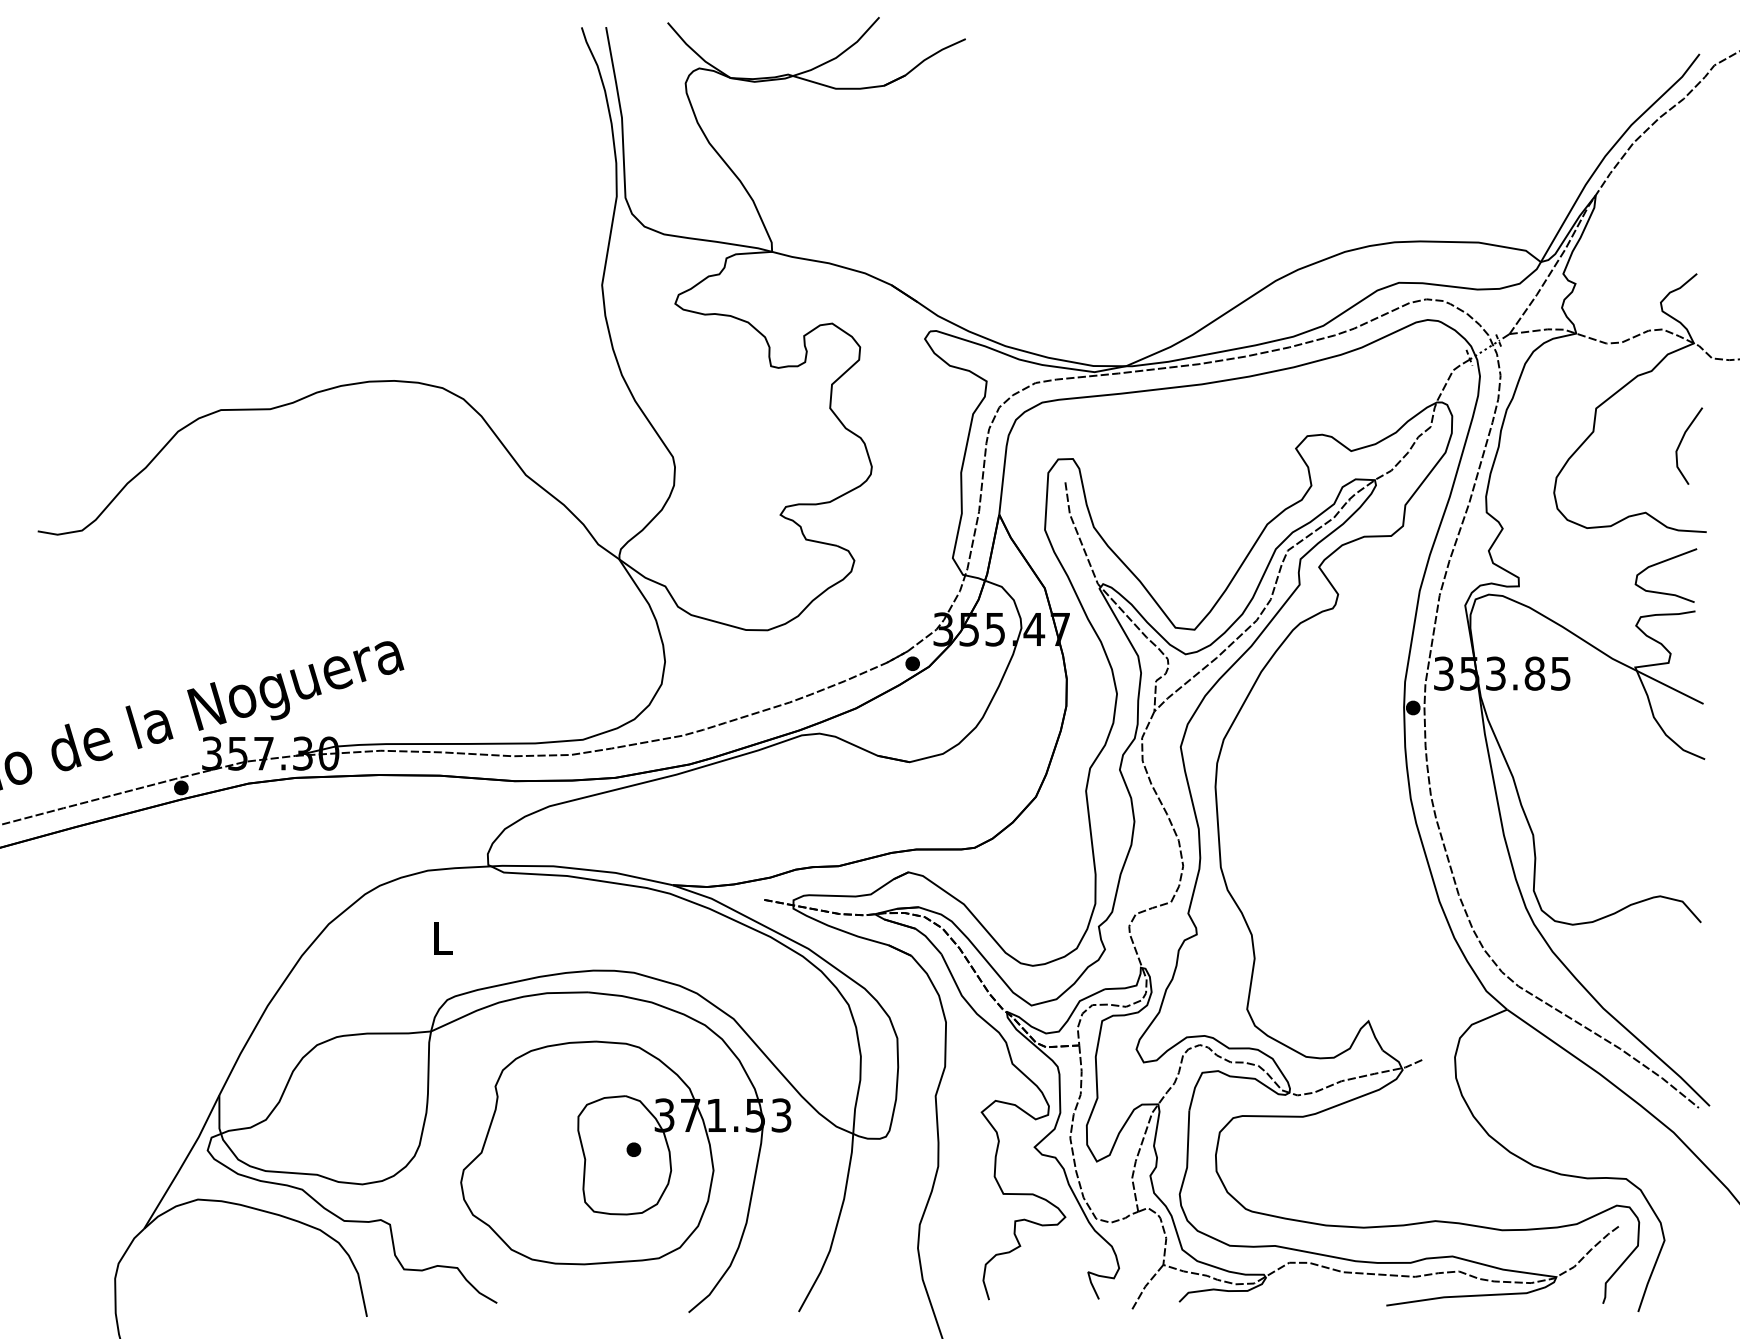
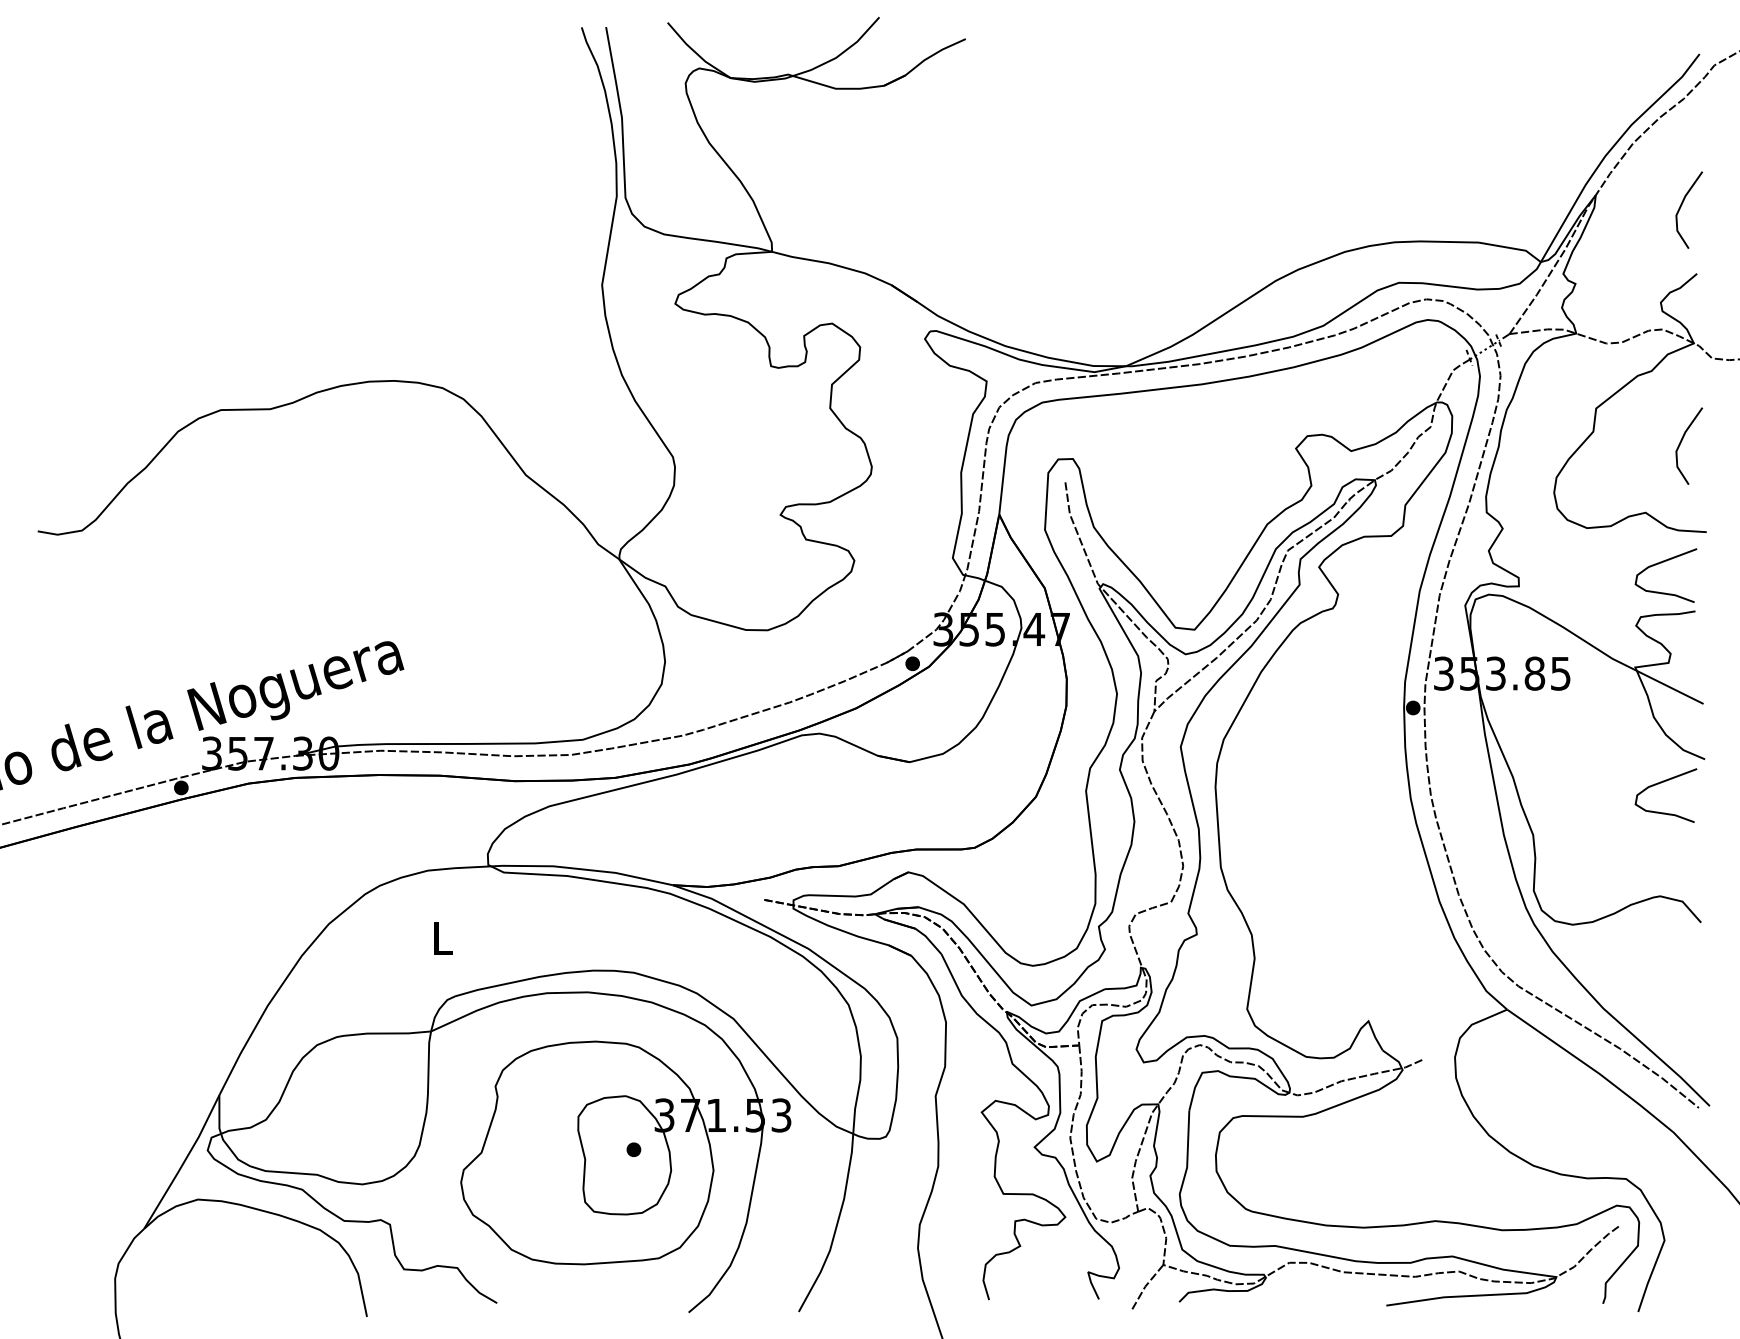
line at (1682, 205): none -> present
curve at (1661, 783): none -> present
